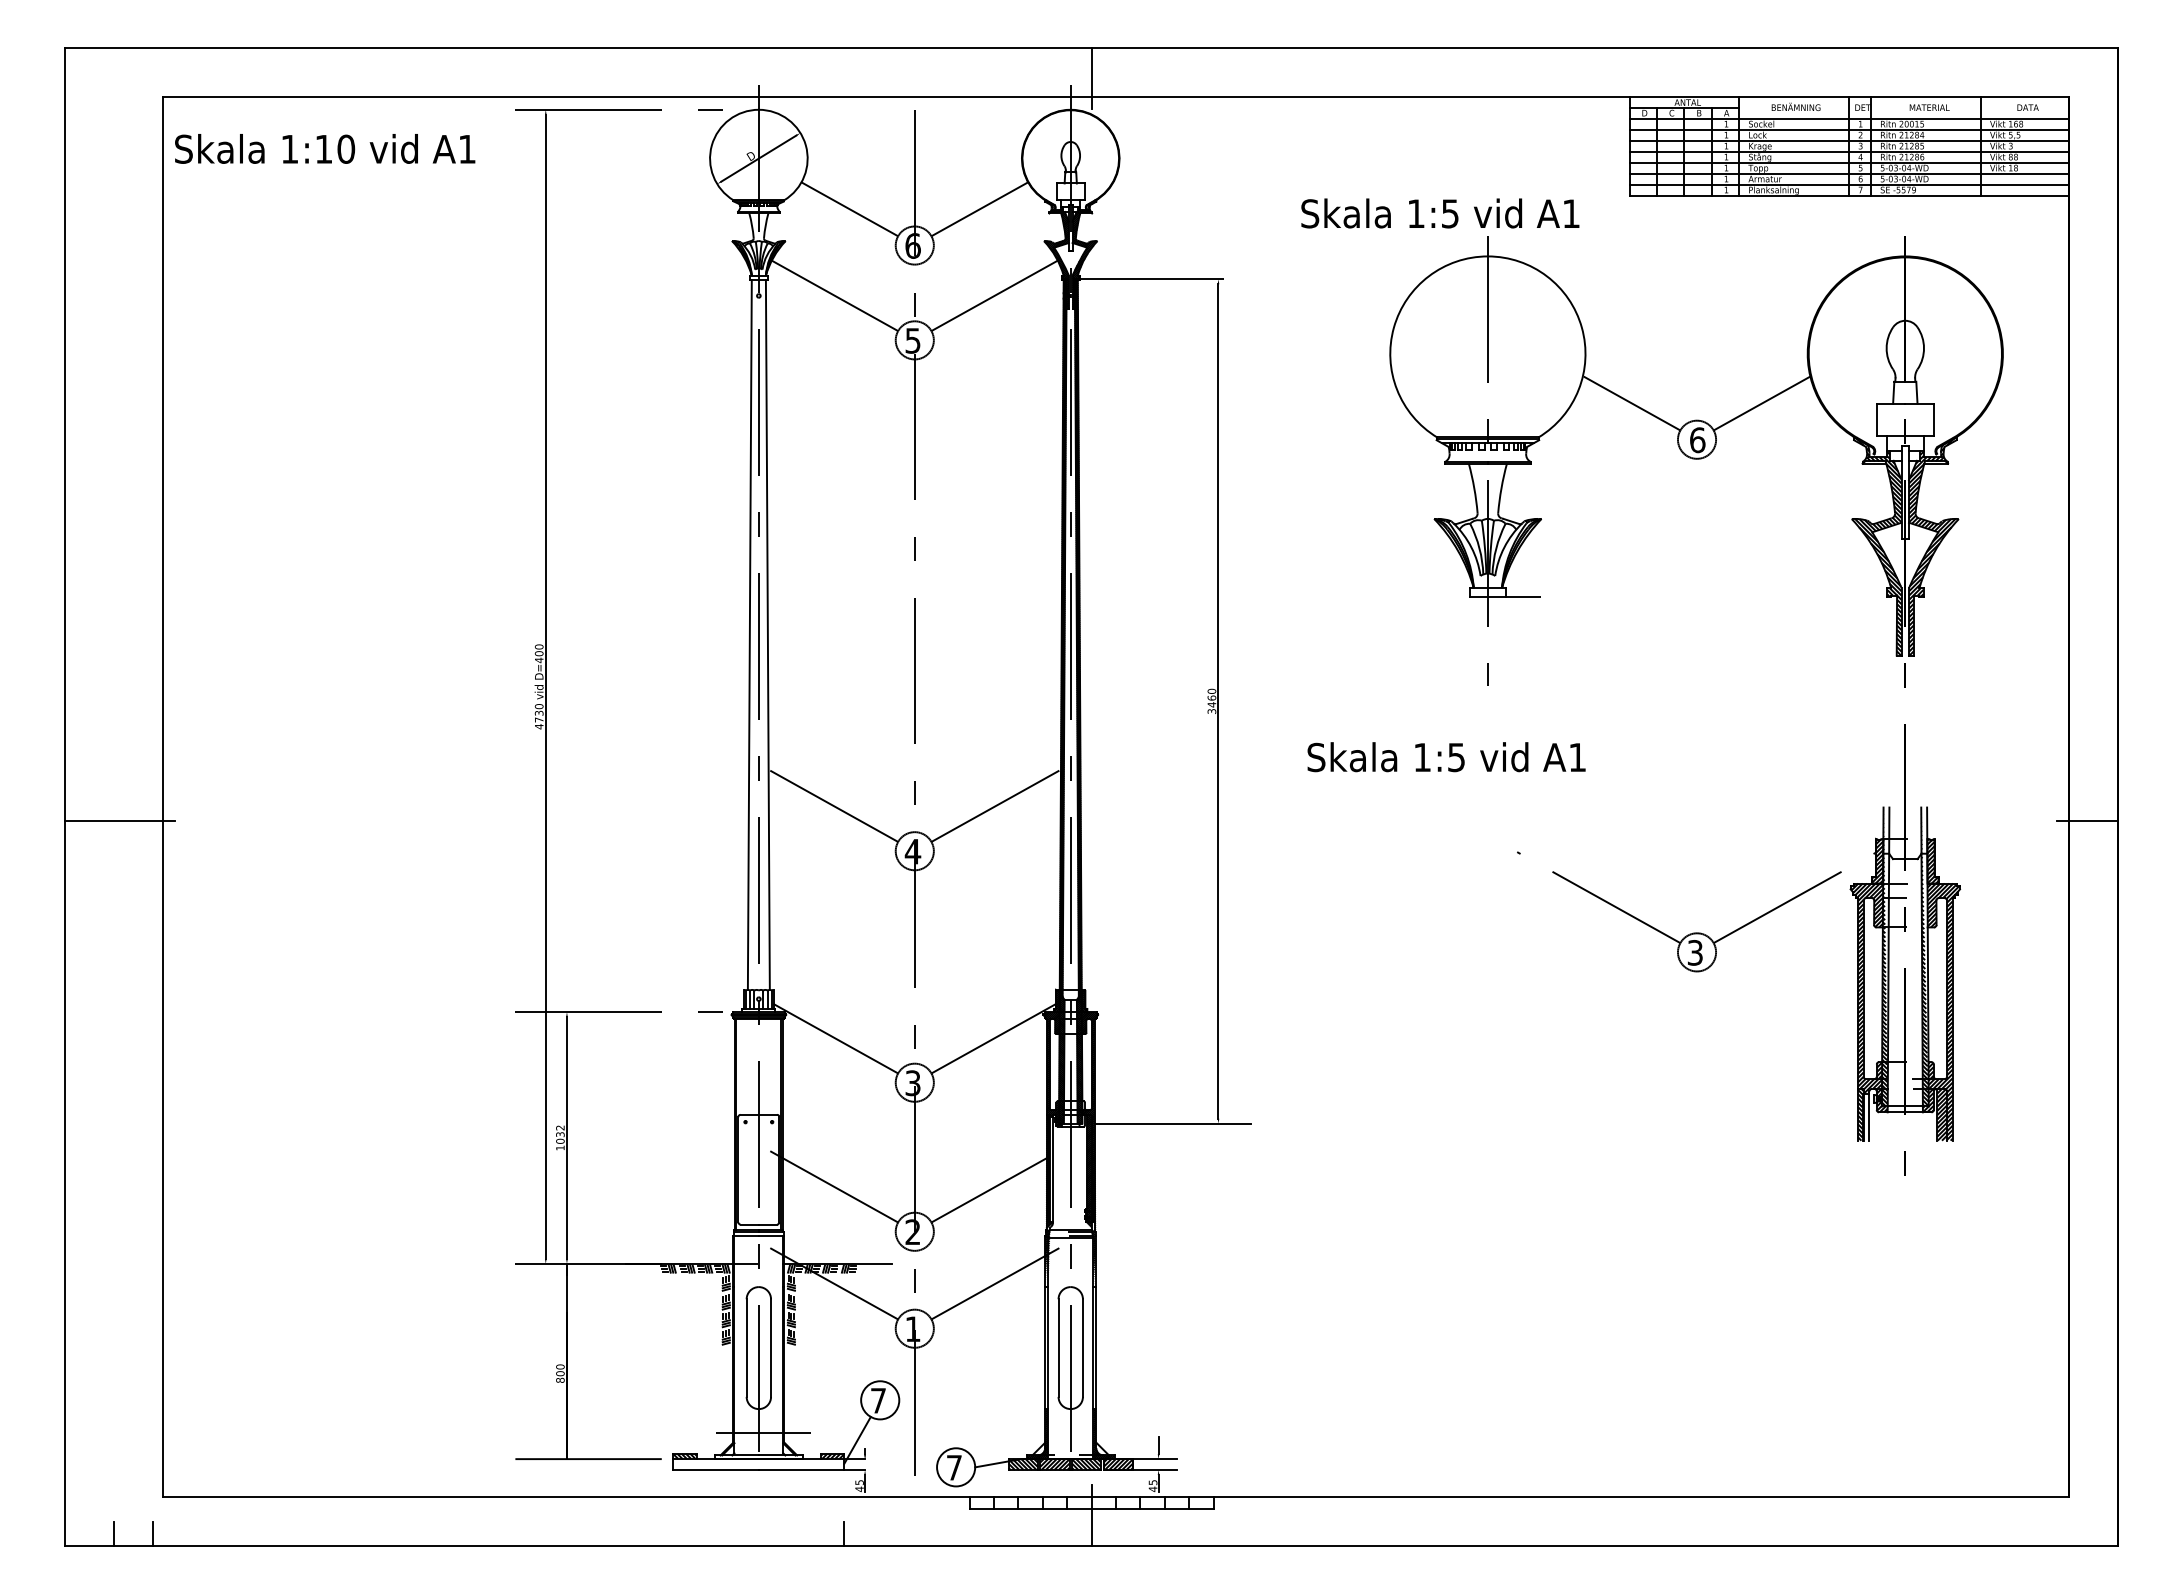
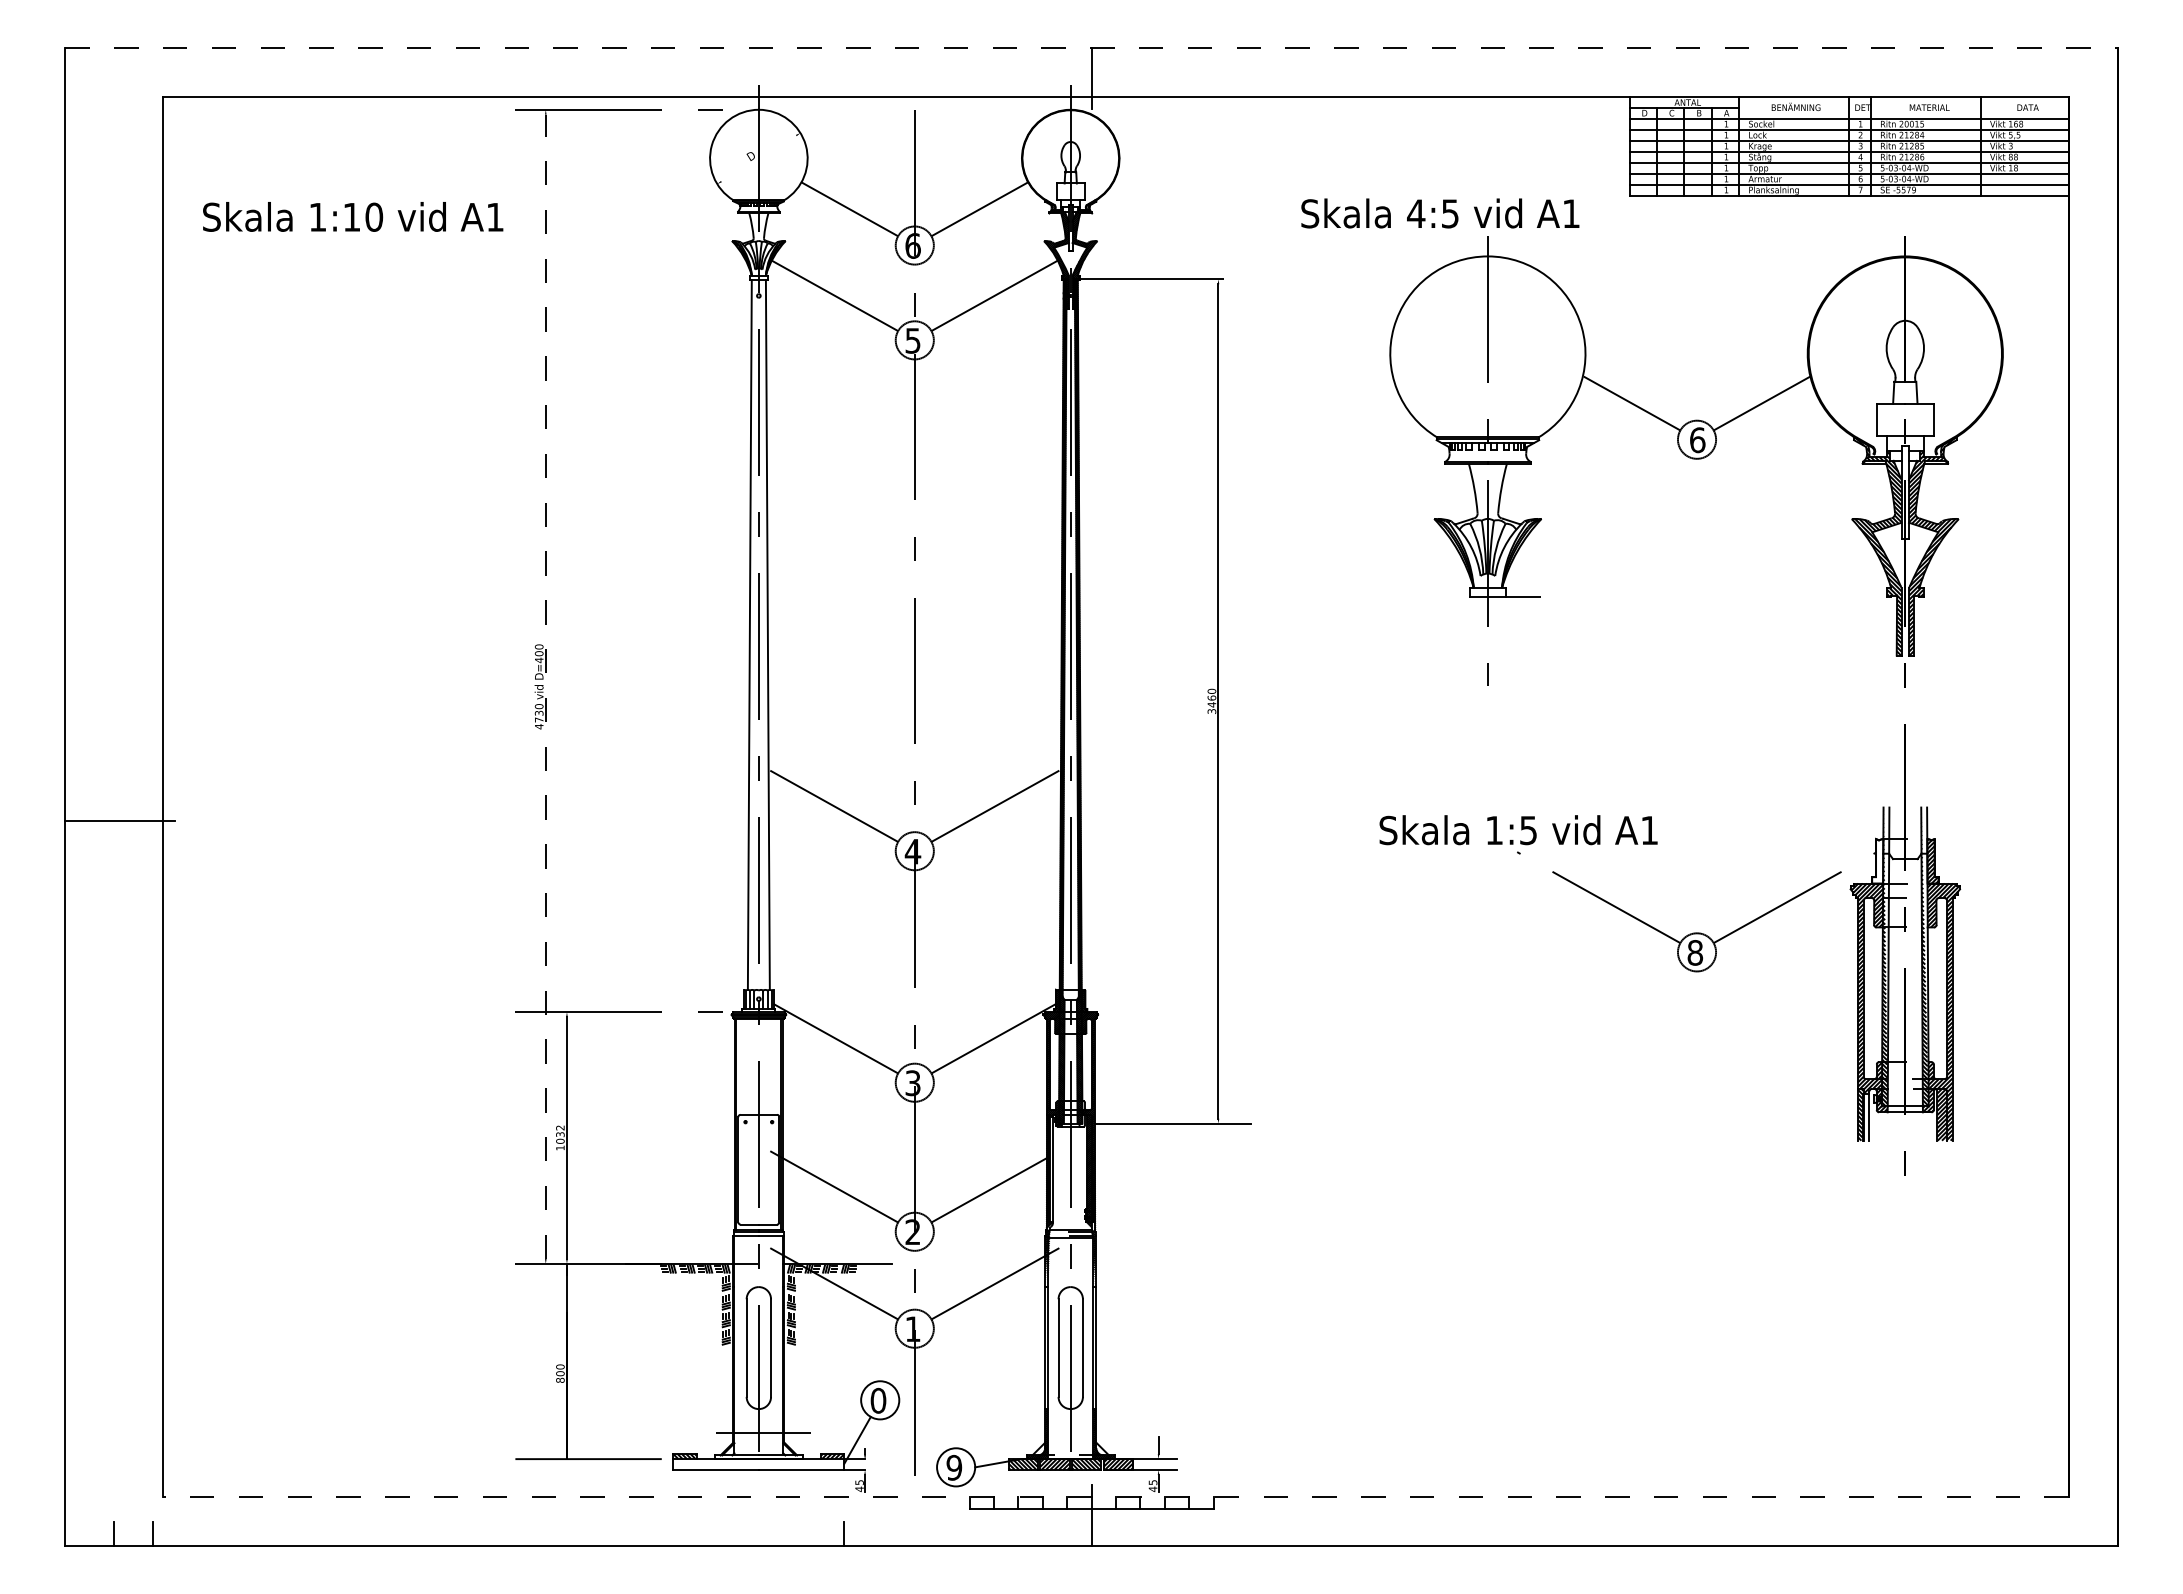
line at (1091, 47): solid -> dashed
text at (325, 148) position: (325, 148) -> (353, 216)
line at (758, 158): present -> none
text at (1416, 213): 1:5 -> 4:5
line at (545, 686): solid -> dashed
text at (1446, 757) position: (1446, 757) -> (1518, 830)
line at (2086, 821): present -> none
hatch at (1877, 861): present -> none
text at (1695, 952): 3 -> 8
text at (878, 1400): 7 -> 0
text at (954, 1467): 7 -> 9
line at (1115, 1497): solid -> dashed
